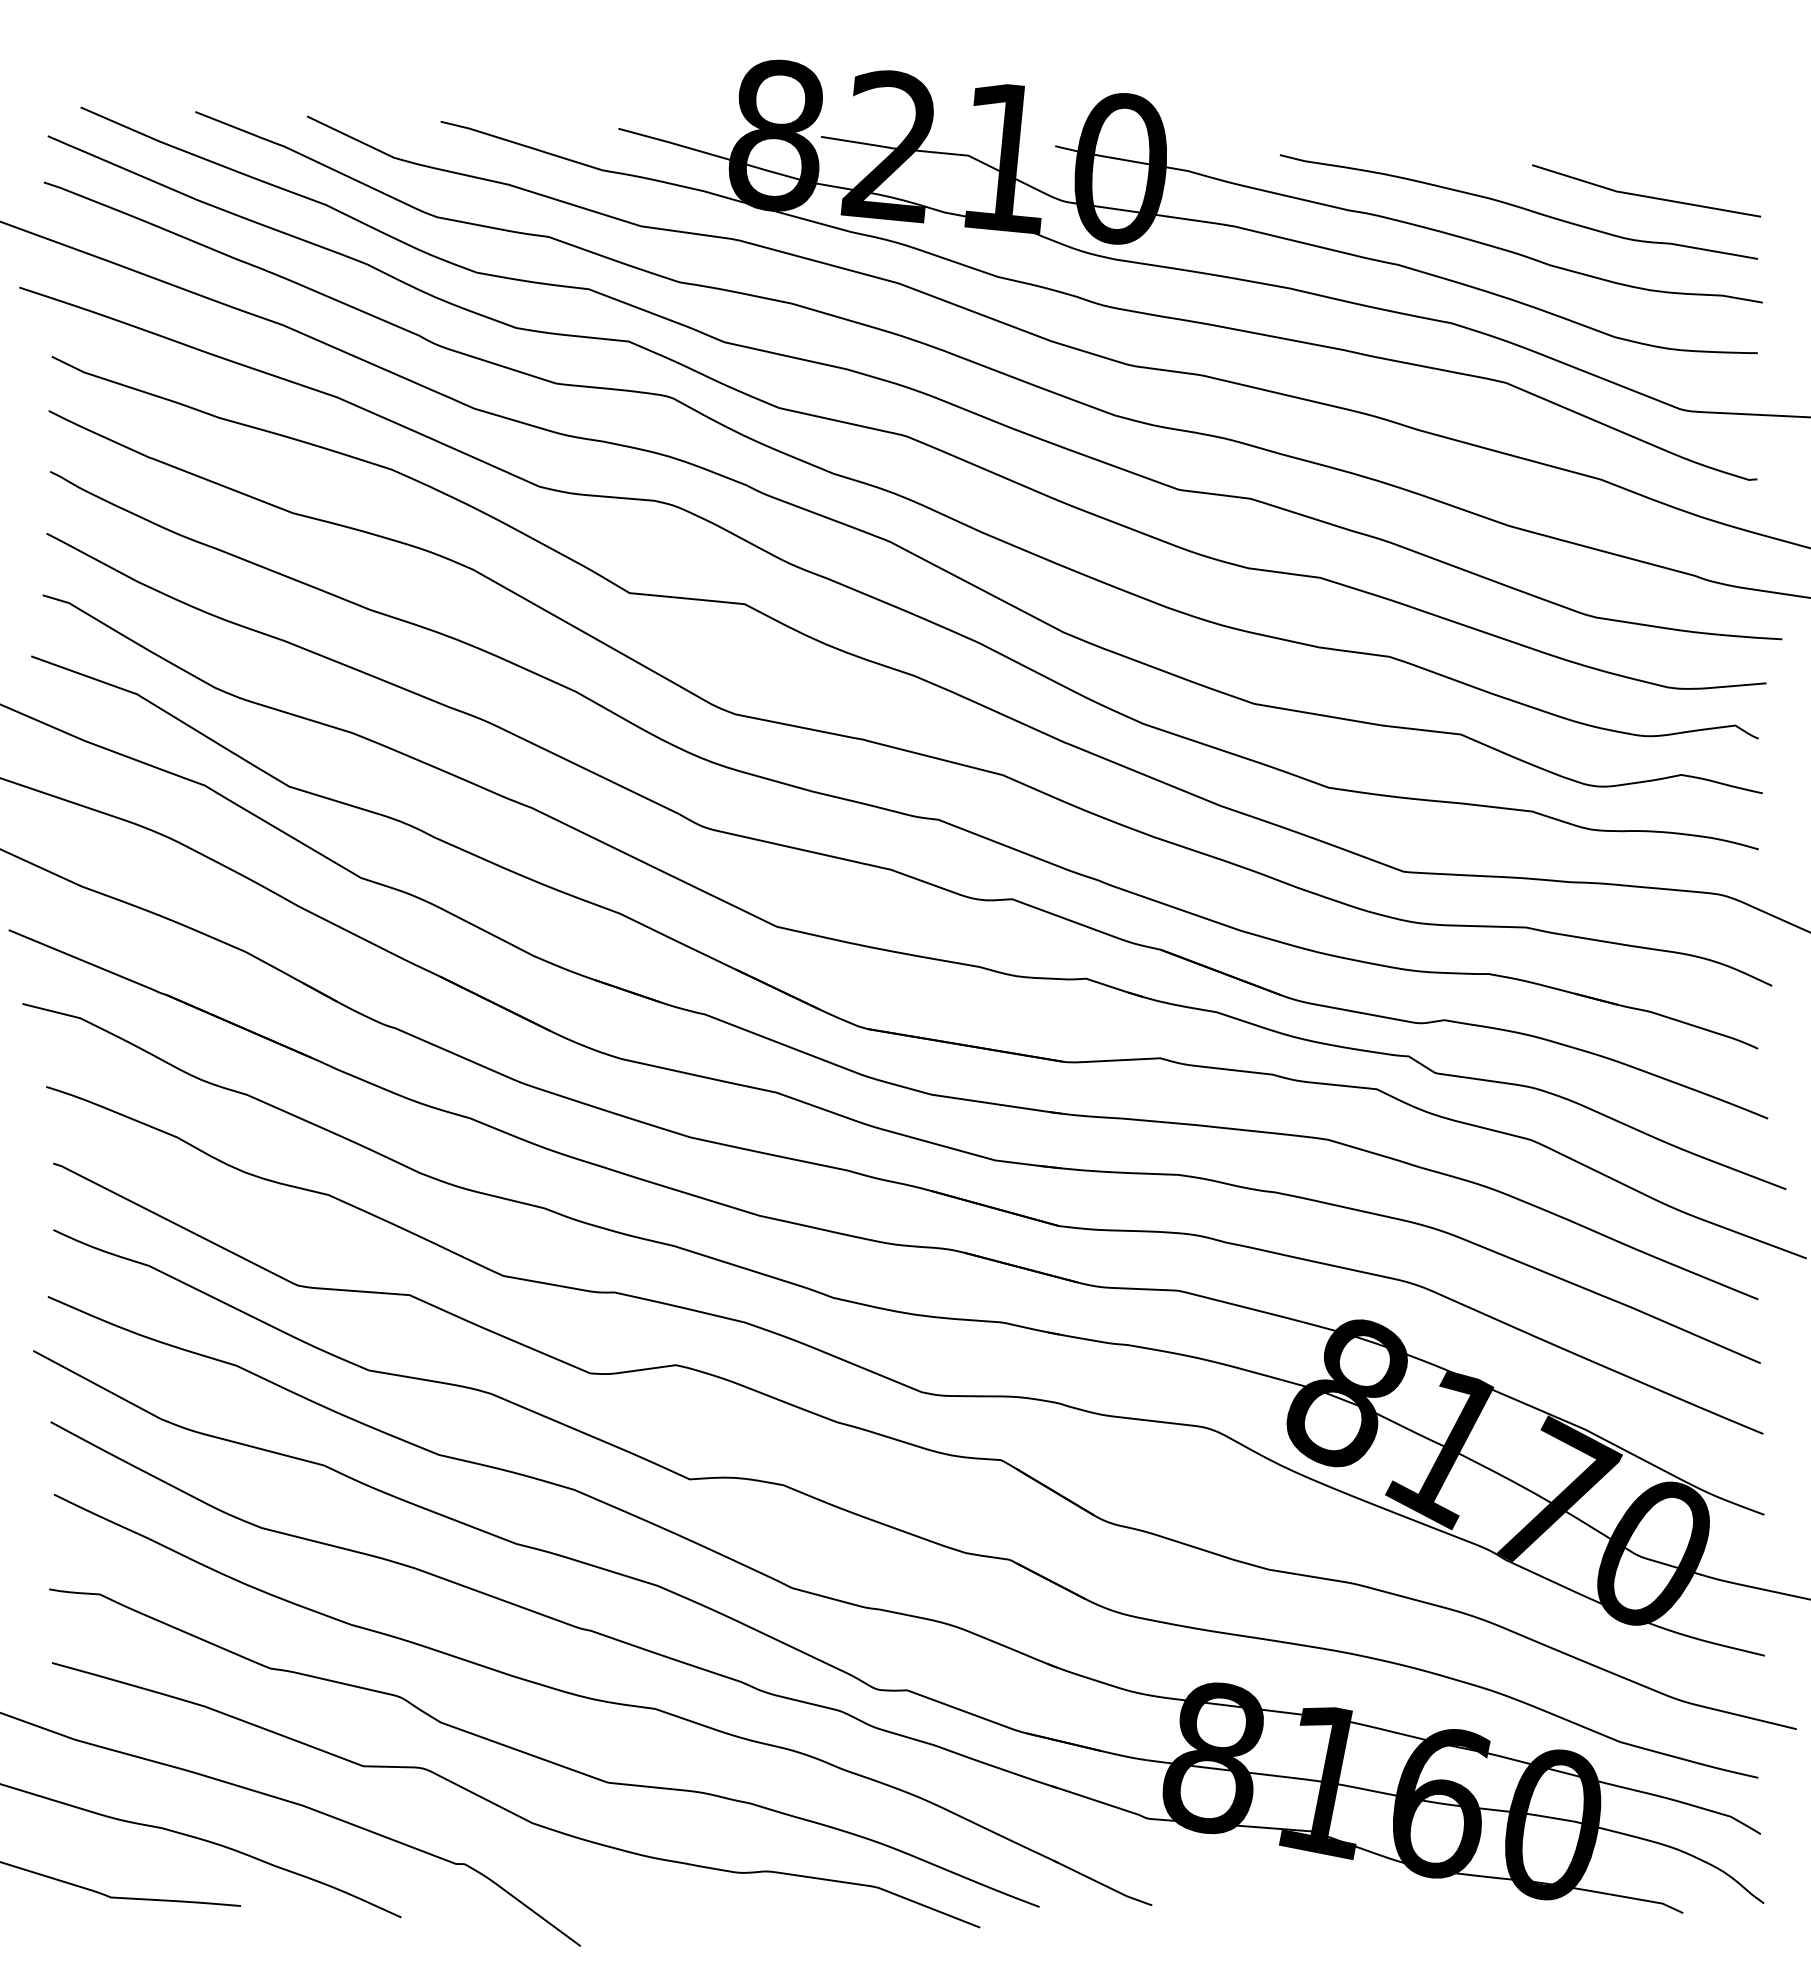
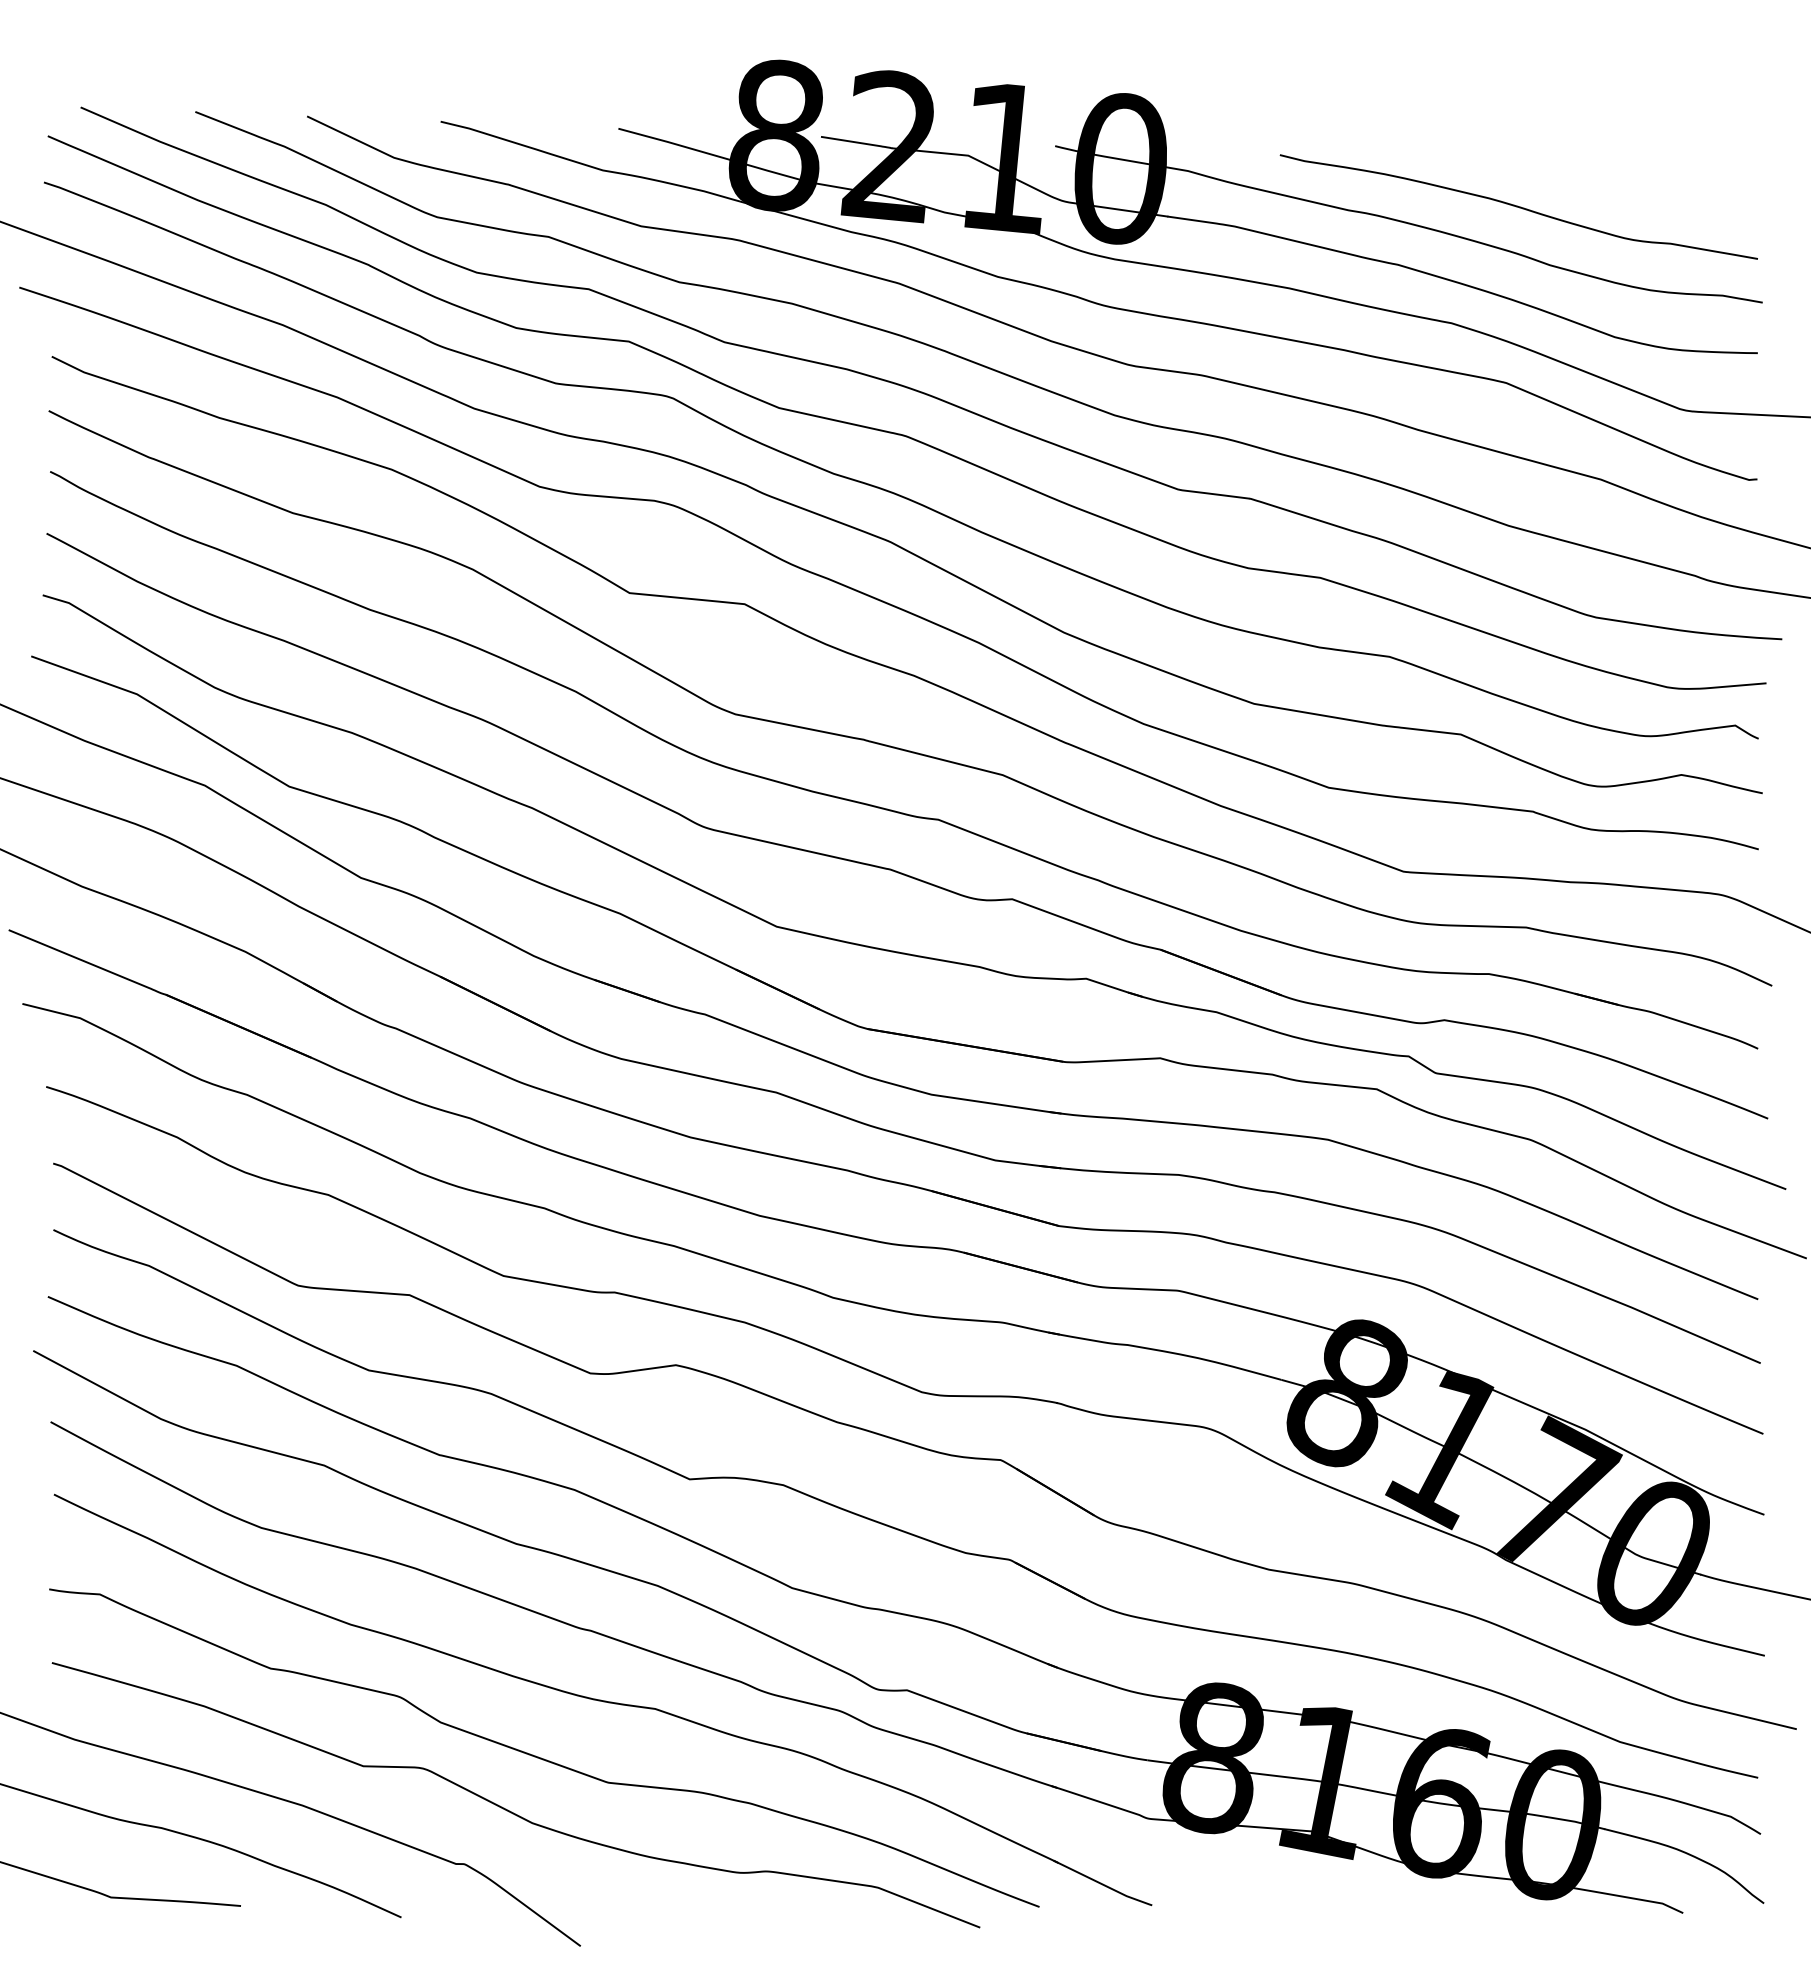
curve at (1646, 195): present -> none
